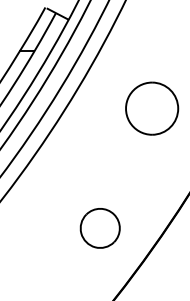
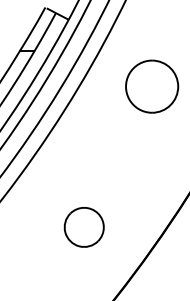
part at (152, 108) position: (152, 108) -> (152, 86)
part at (99, 228) position: (99, 228) -> (83, 227)
